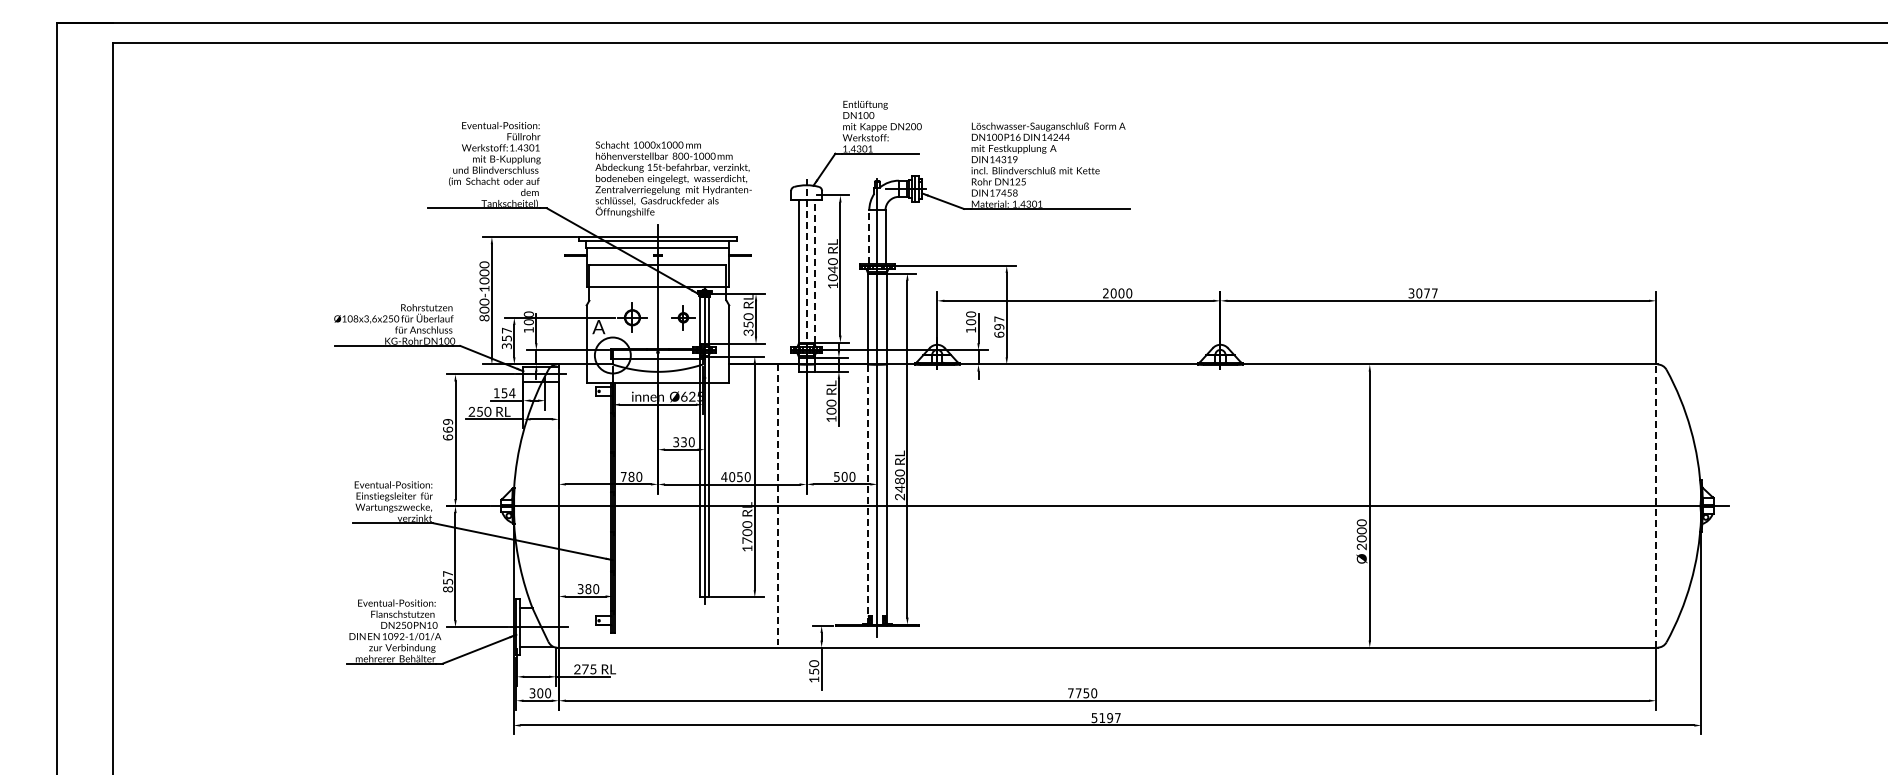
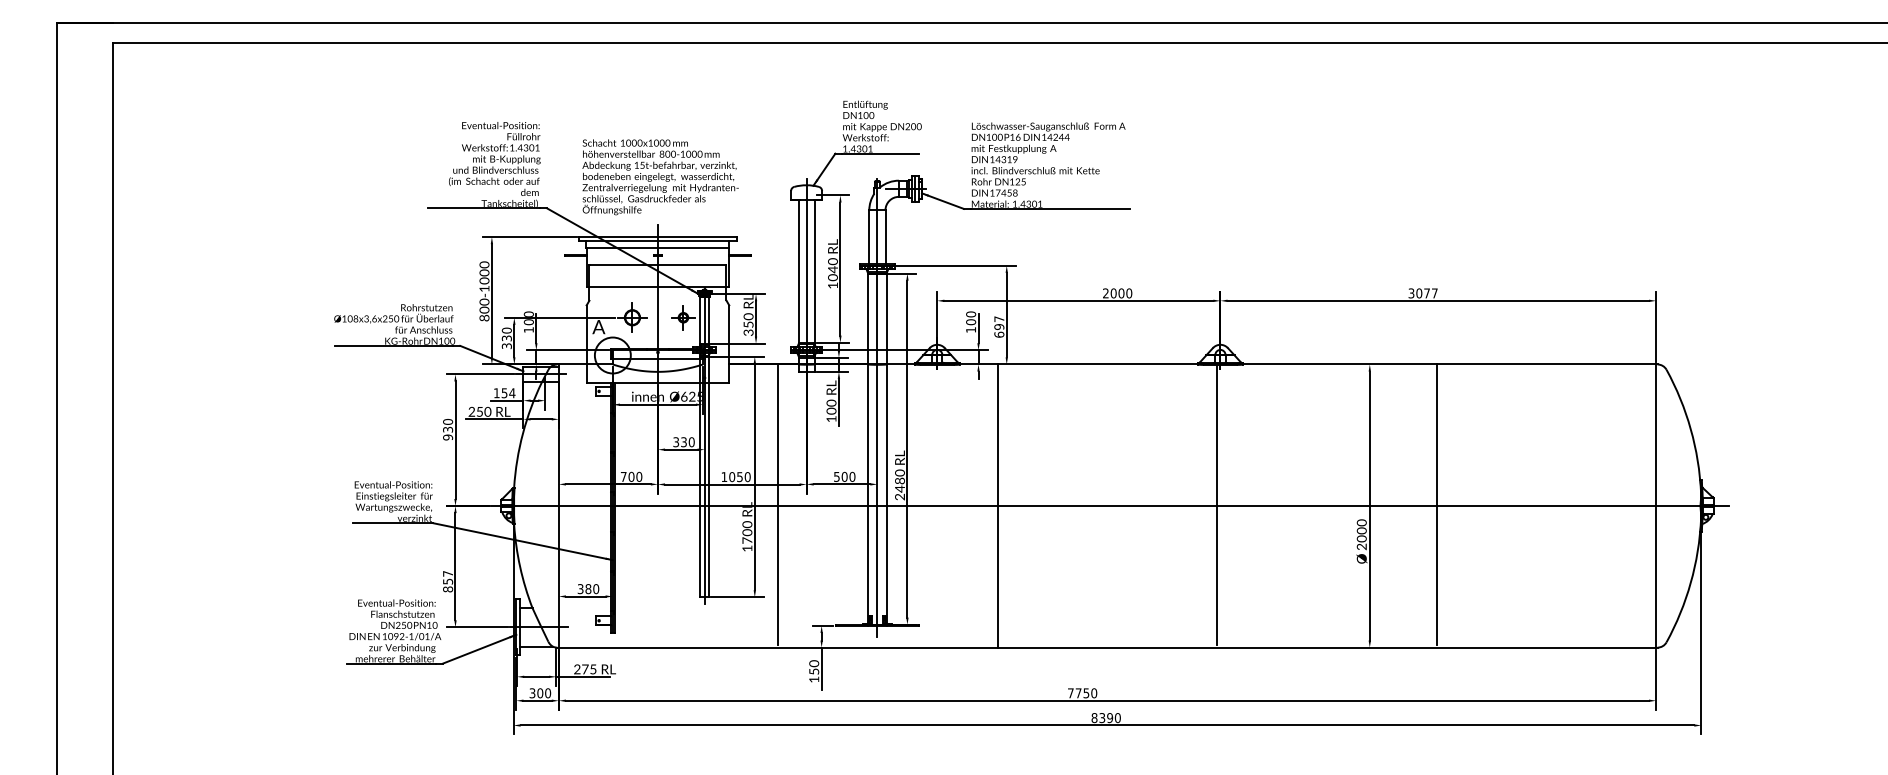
text at (673, 179) position: (673, 179) -> (660, 177)
line at (869, 237): dashed -> solid
line at (806, 263): dashed -> solid
line at (814, 270): dashed -> solid
text at (506, 333): 357 -> 330
text at (448, 429): 669 -> 930
text at (631, 476): 780 -> 700
text at (724, 476): 4050 -> 1050
line at (867, 494): dashed -> solid
line at (1217, 504): none -> present
line at (1436, 504): none -> present
line at (778, 505): dashed -> solid
line at (997, 505): none -> present
line at (1656, 506): dashed -> solid
text at (1105, 718): 5197 -> 8390
